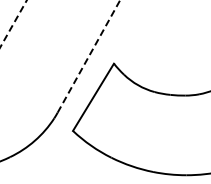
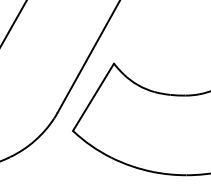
line at (13, 23): dashed -> solid
line at (89, 56): dashed -> solid
